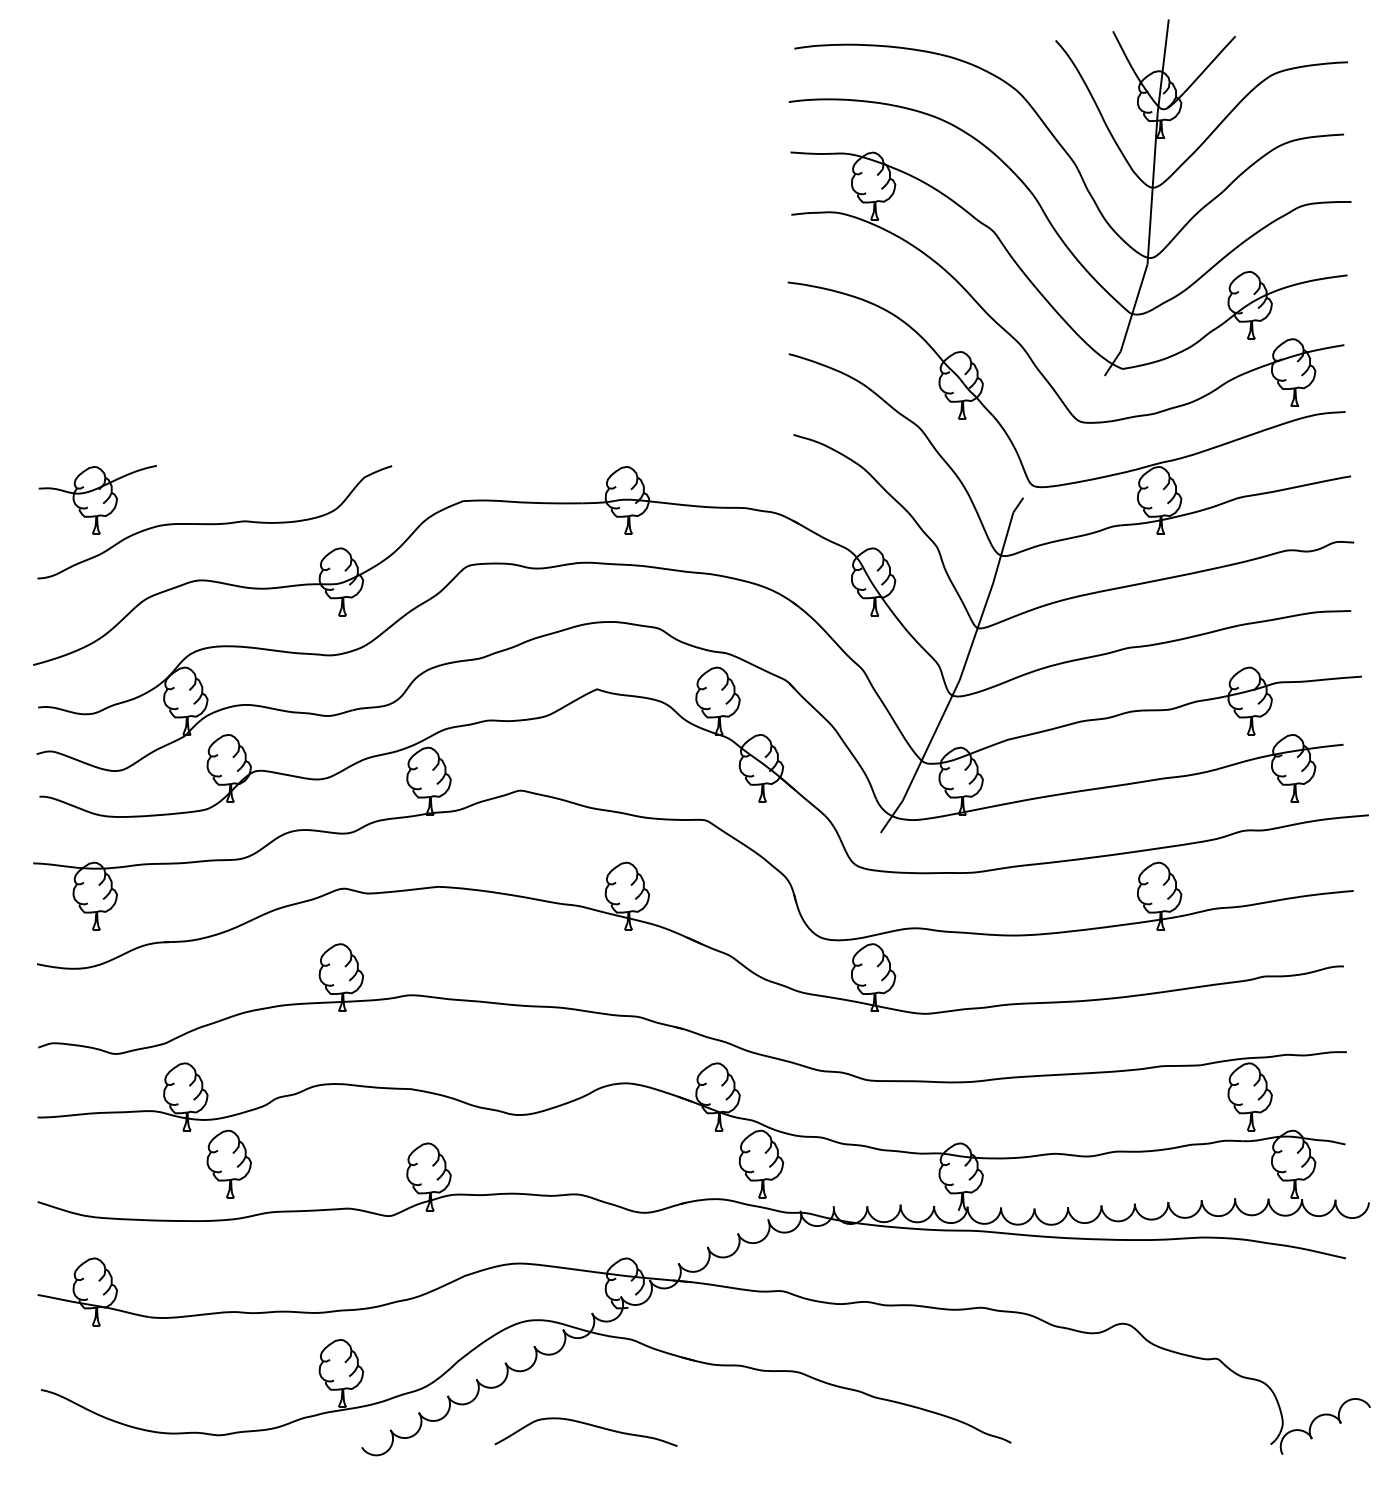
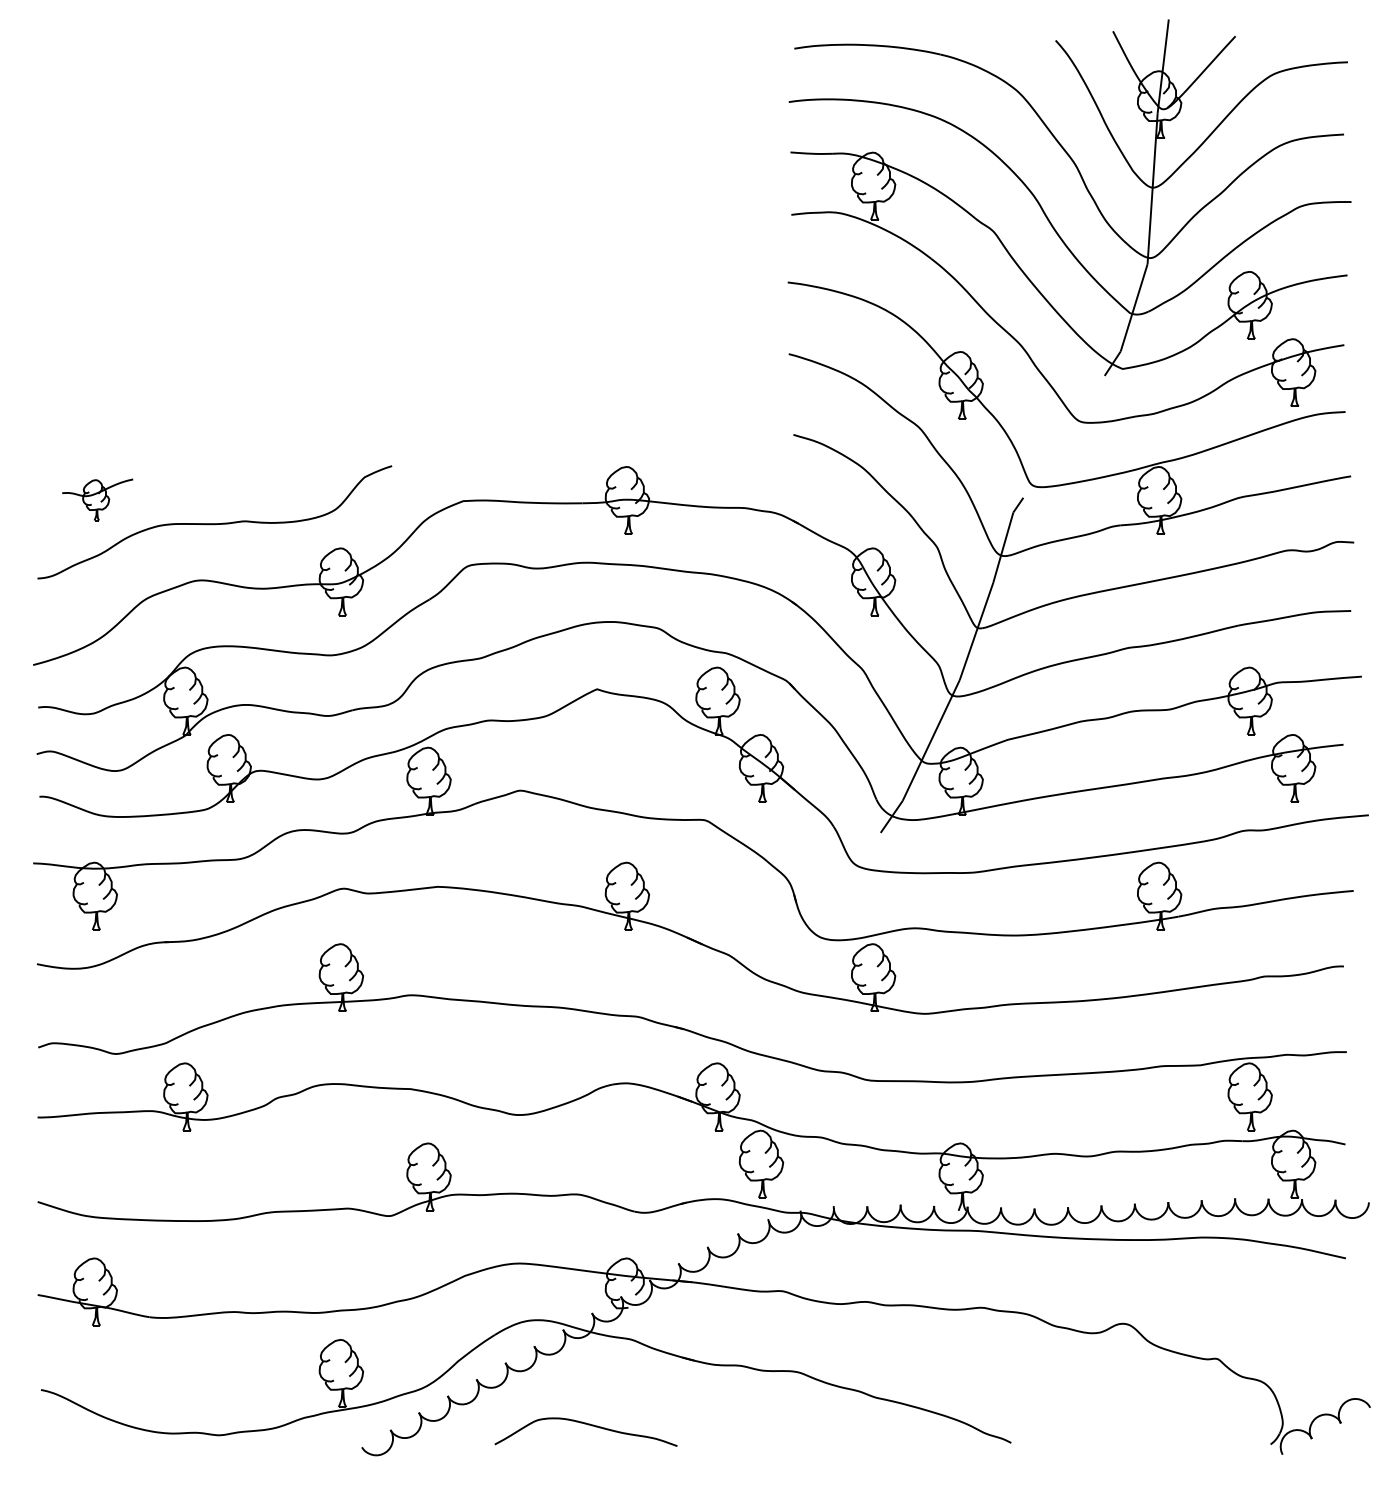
part at (97, 499) size: 119x70 px -> 72x44 px
part at (228, 1163): present -> none
